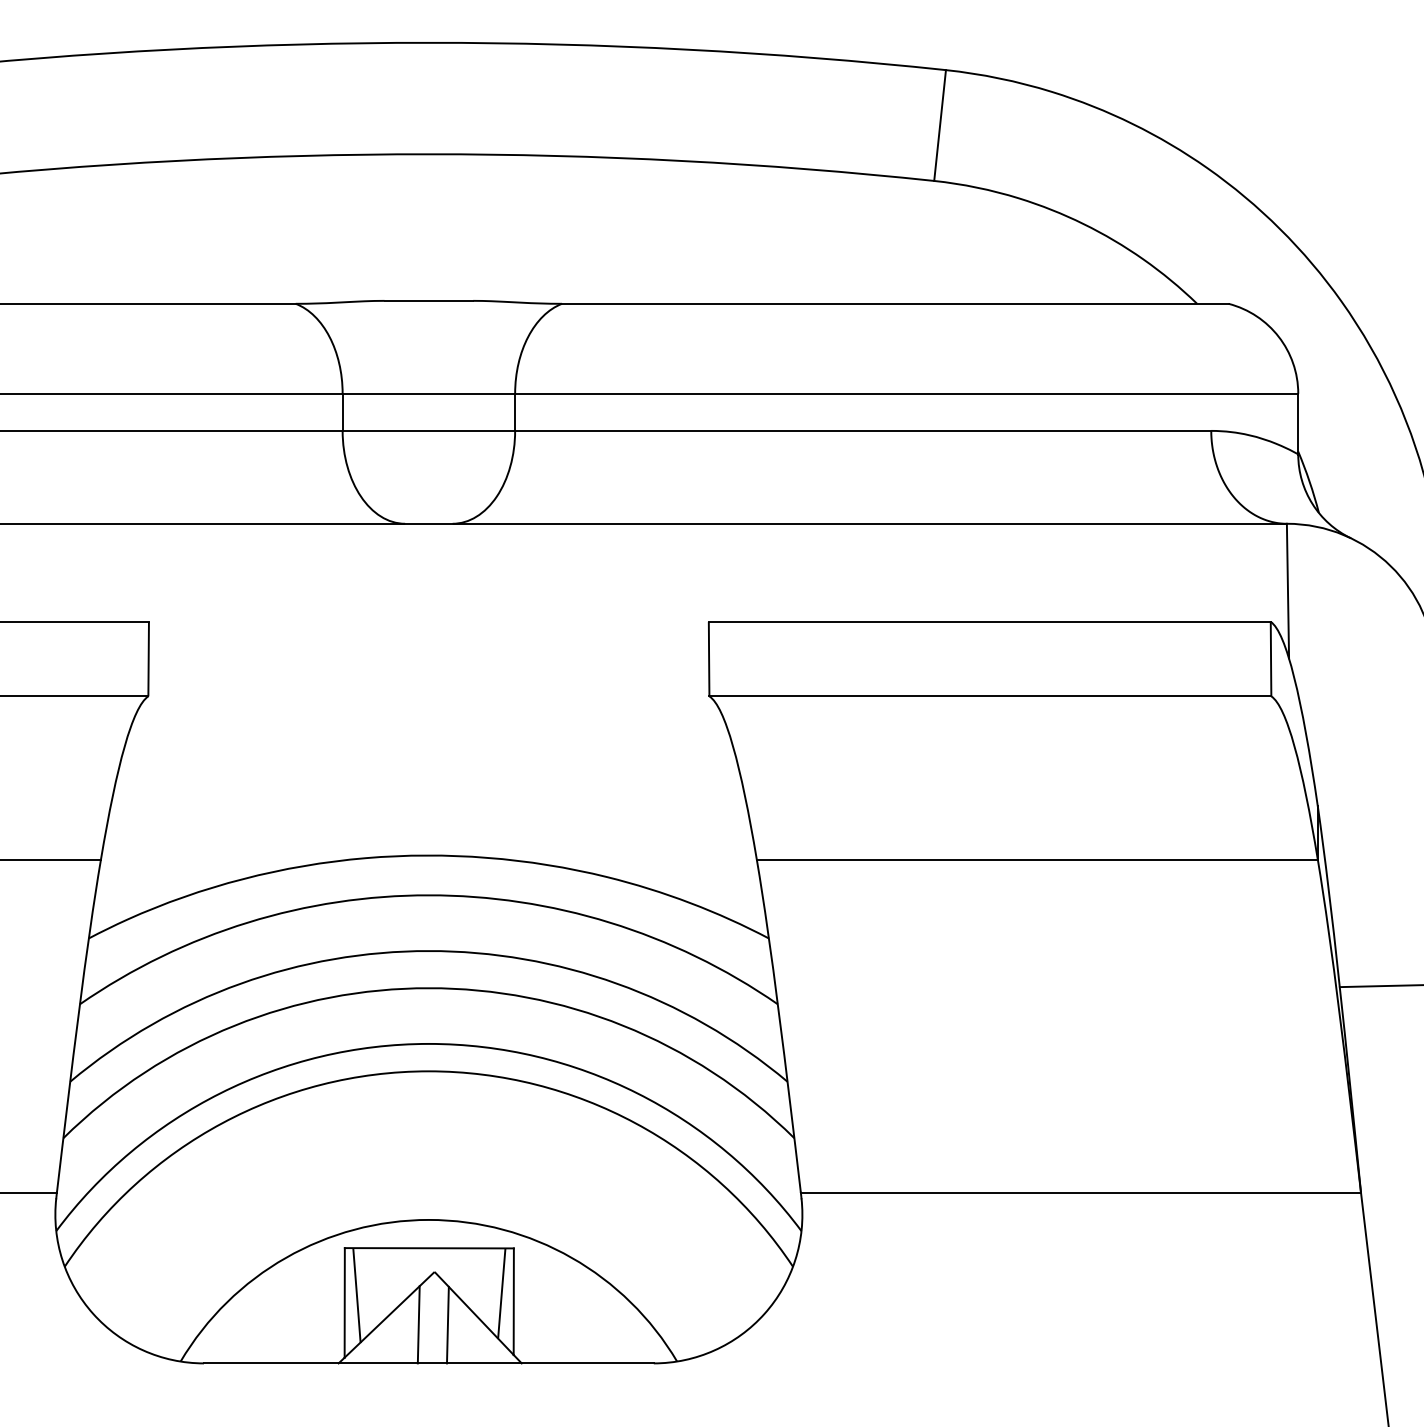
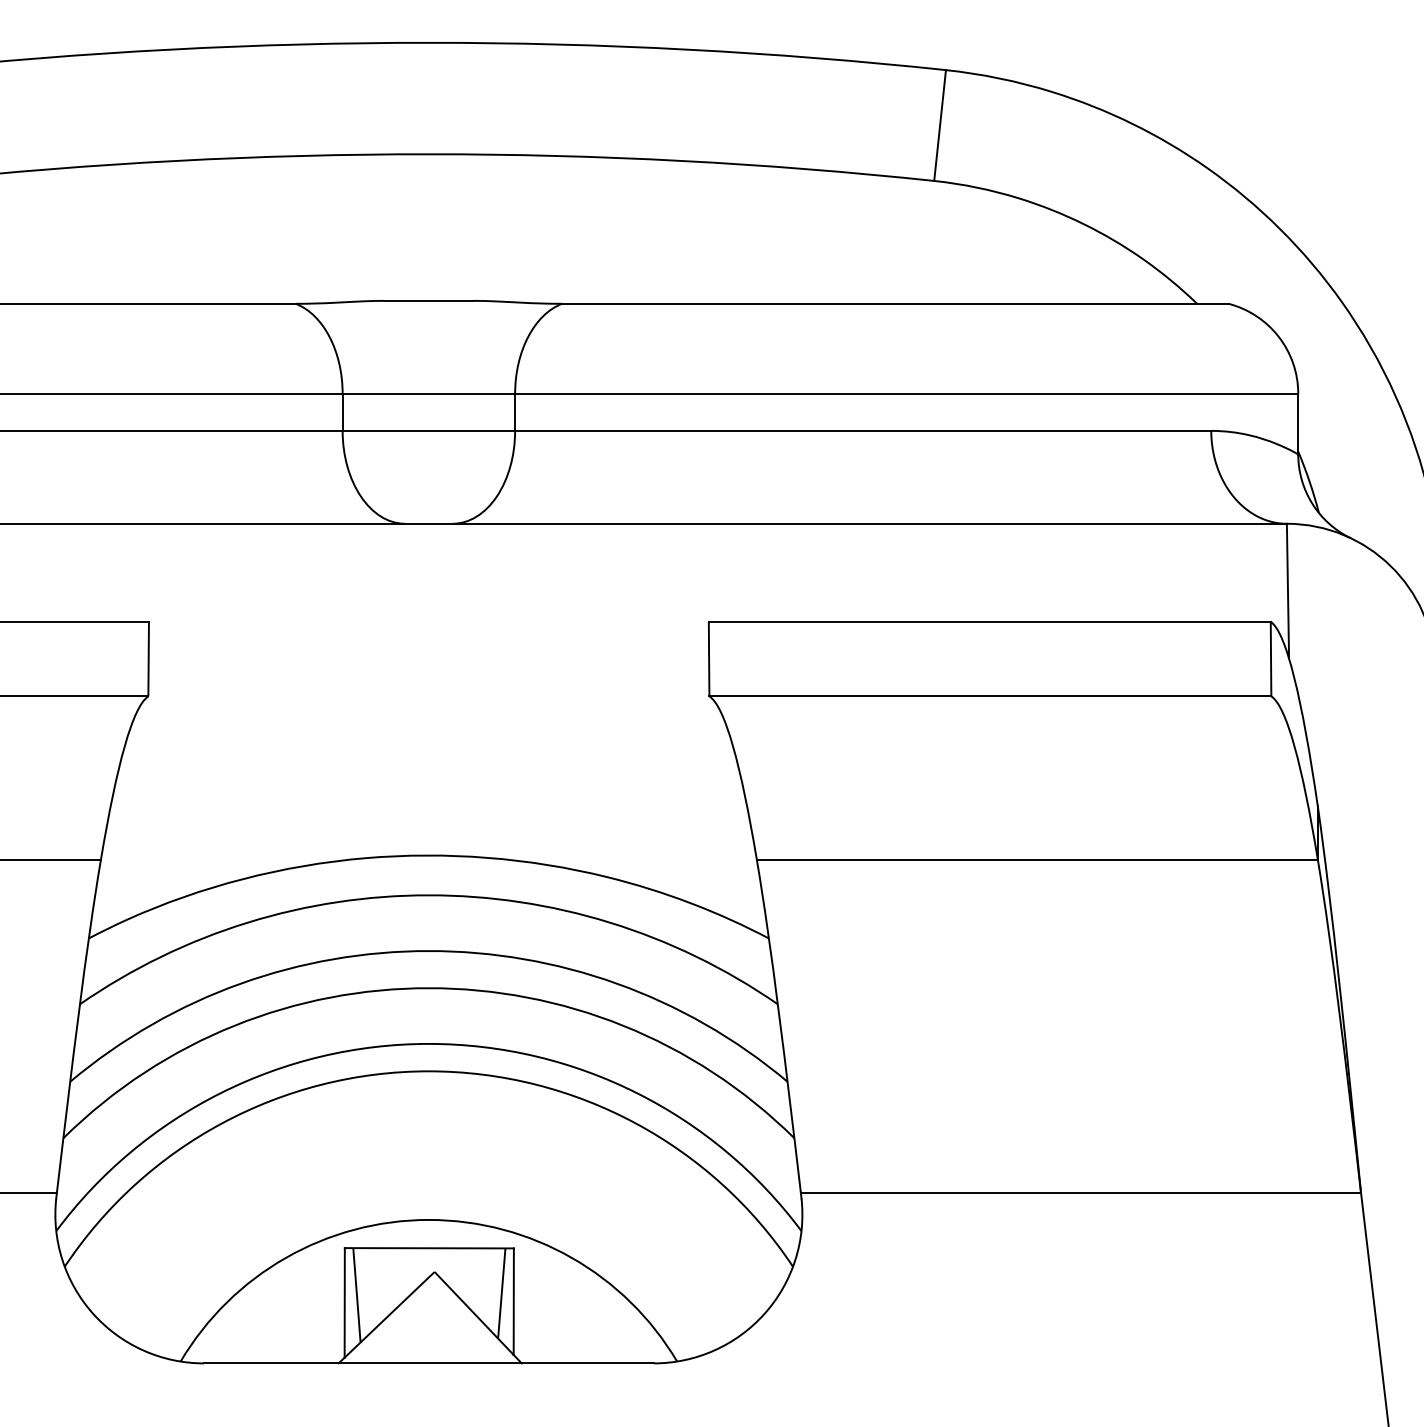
line at (1379, 986): present -> none
line at (418, 1324): present -> none
line at (447, 1324): present -> none
